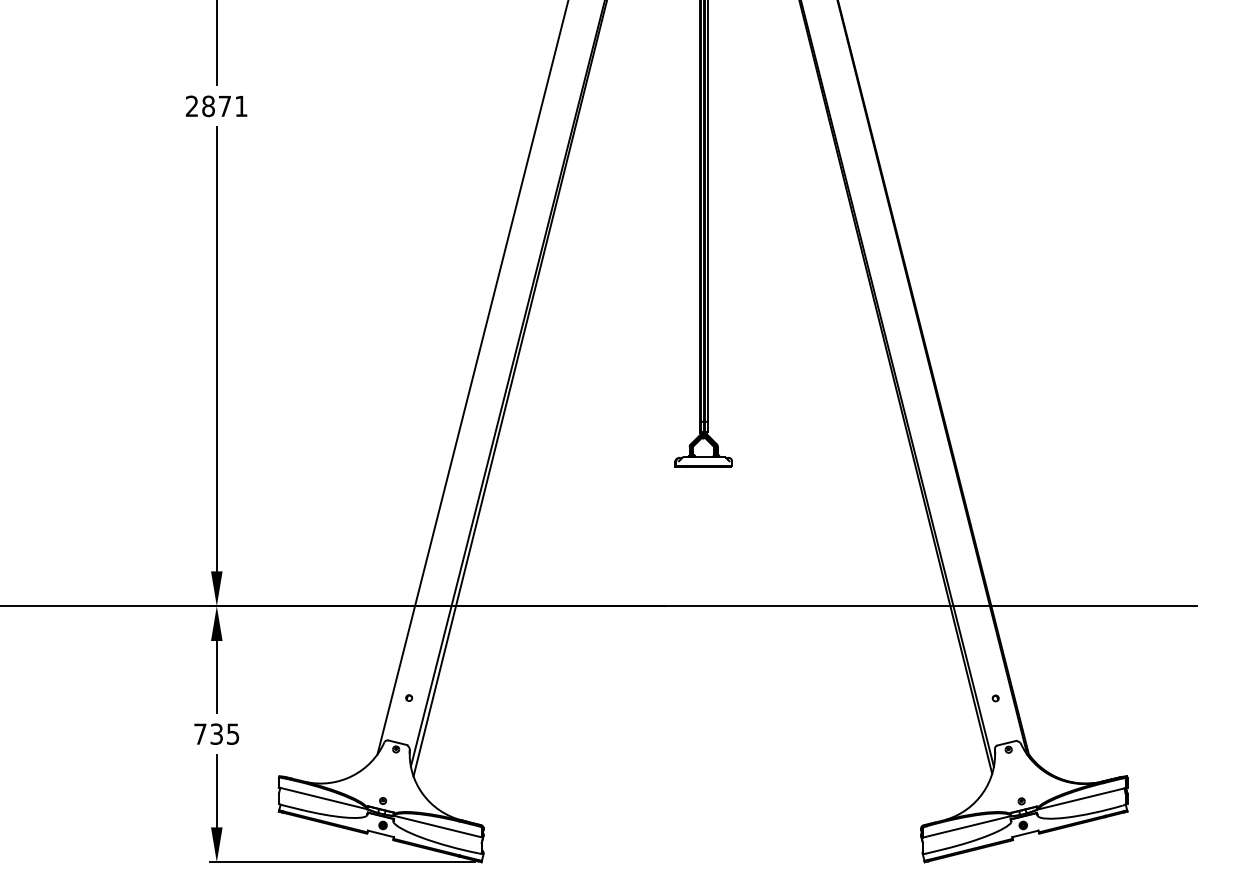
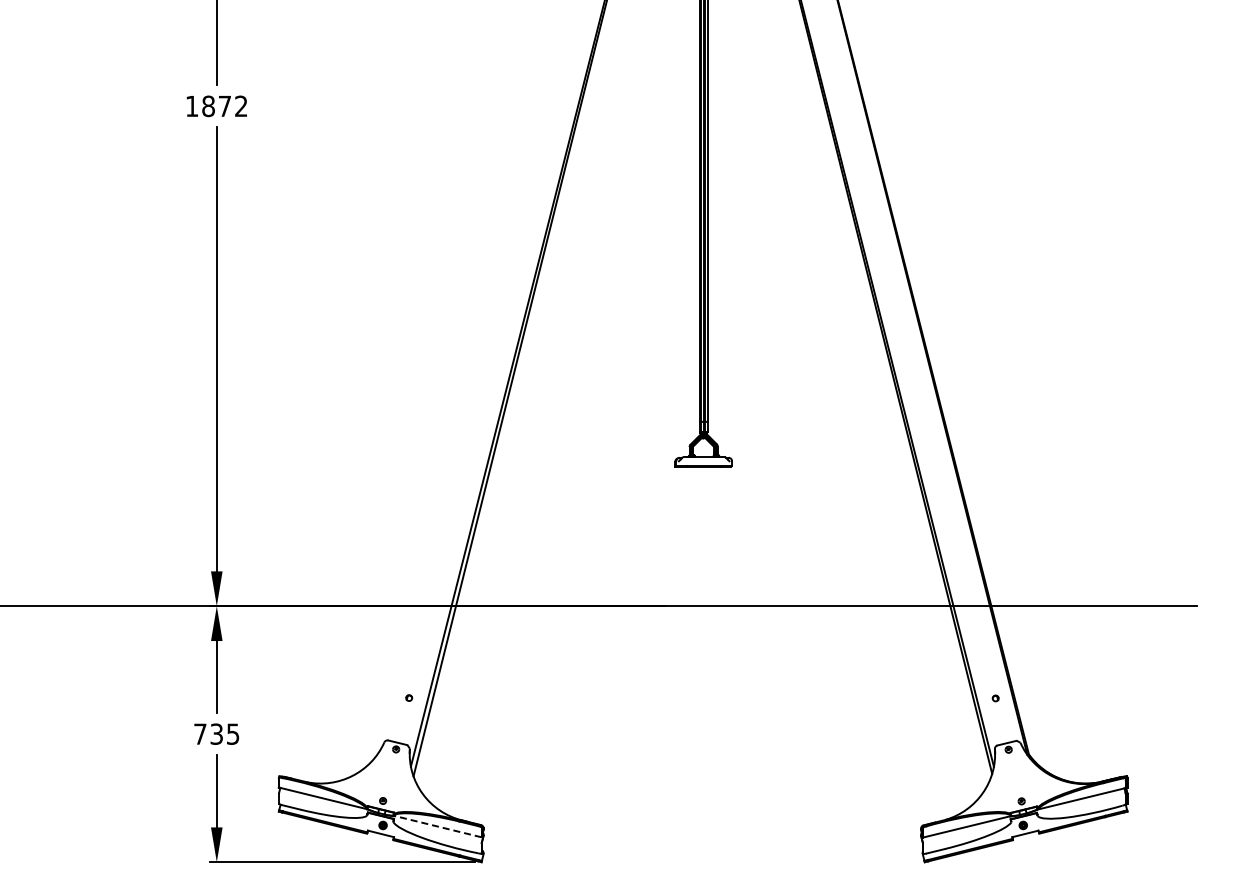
text at (216, 105): 2871 -> 1872
line at (472, 378): present -> none
line at (437, 826): solid -> dashed
